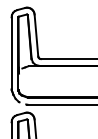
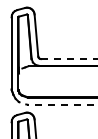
line at (69, 59): solid -> dashed
line at (62, 104): solid -> dashed
